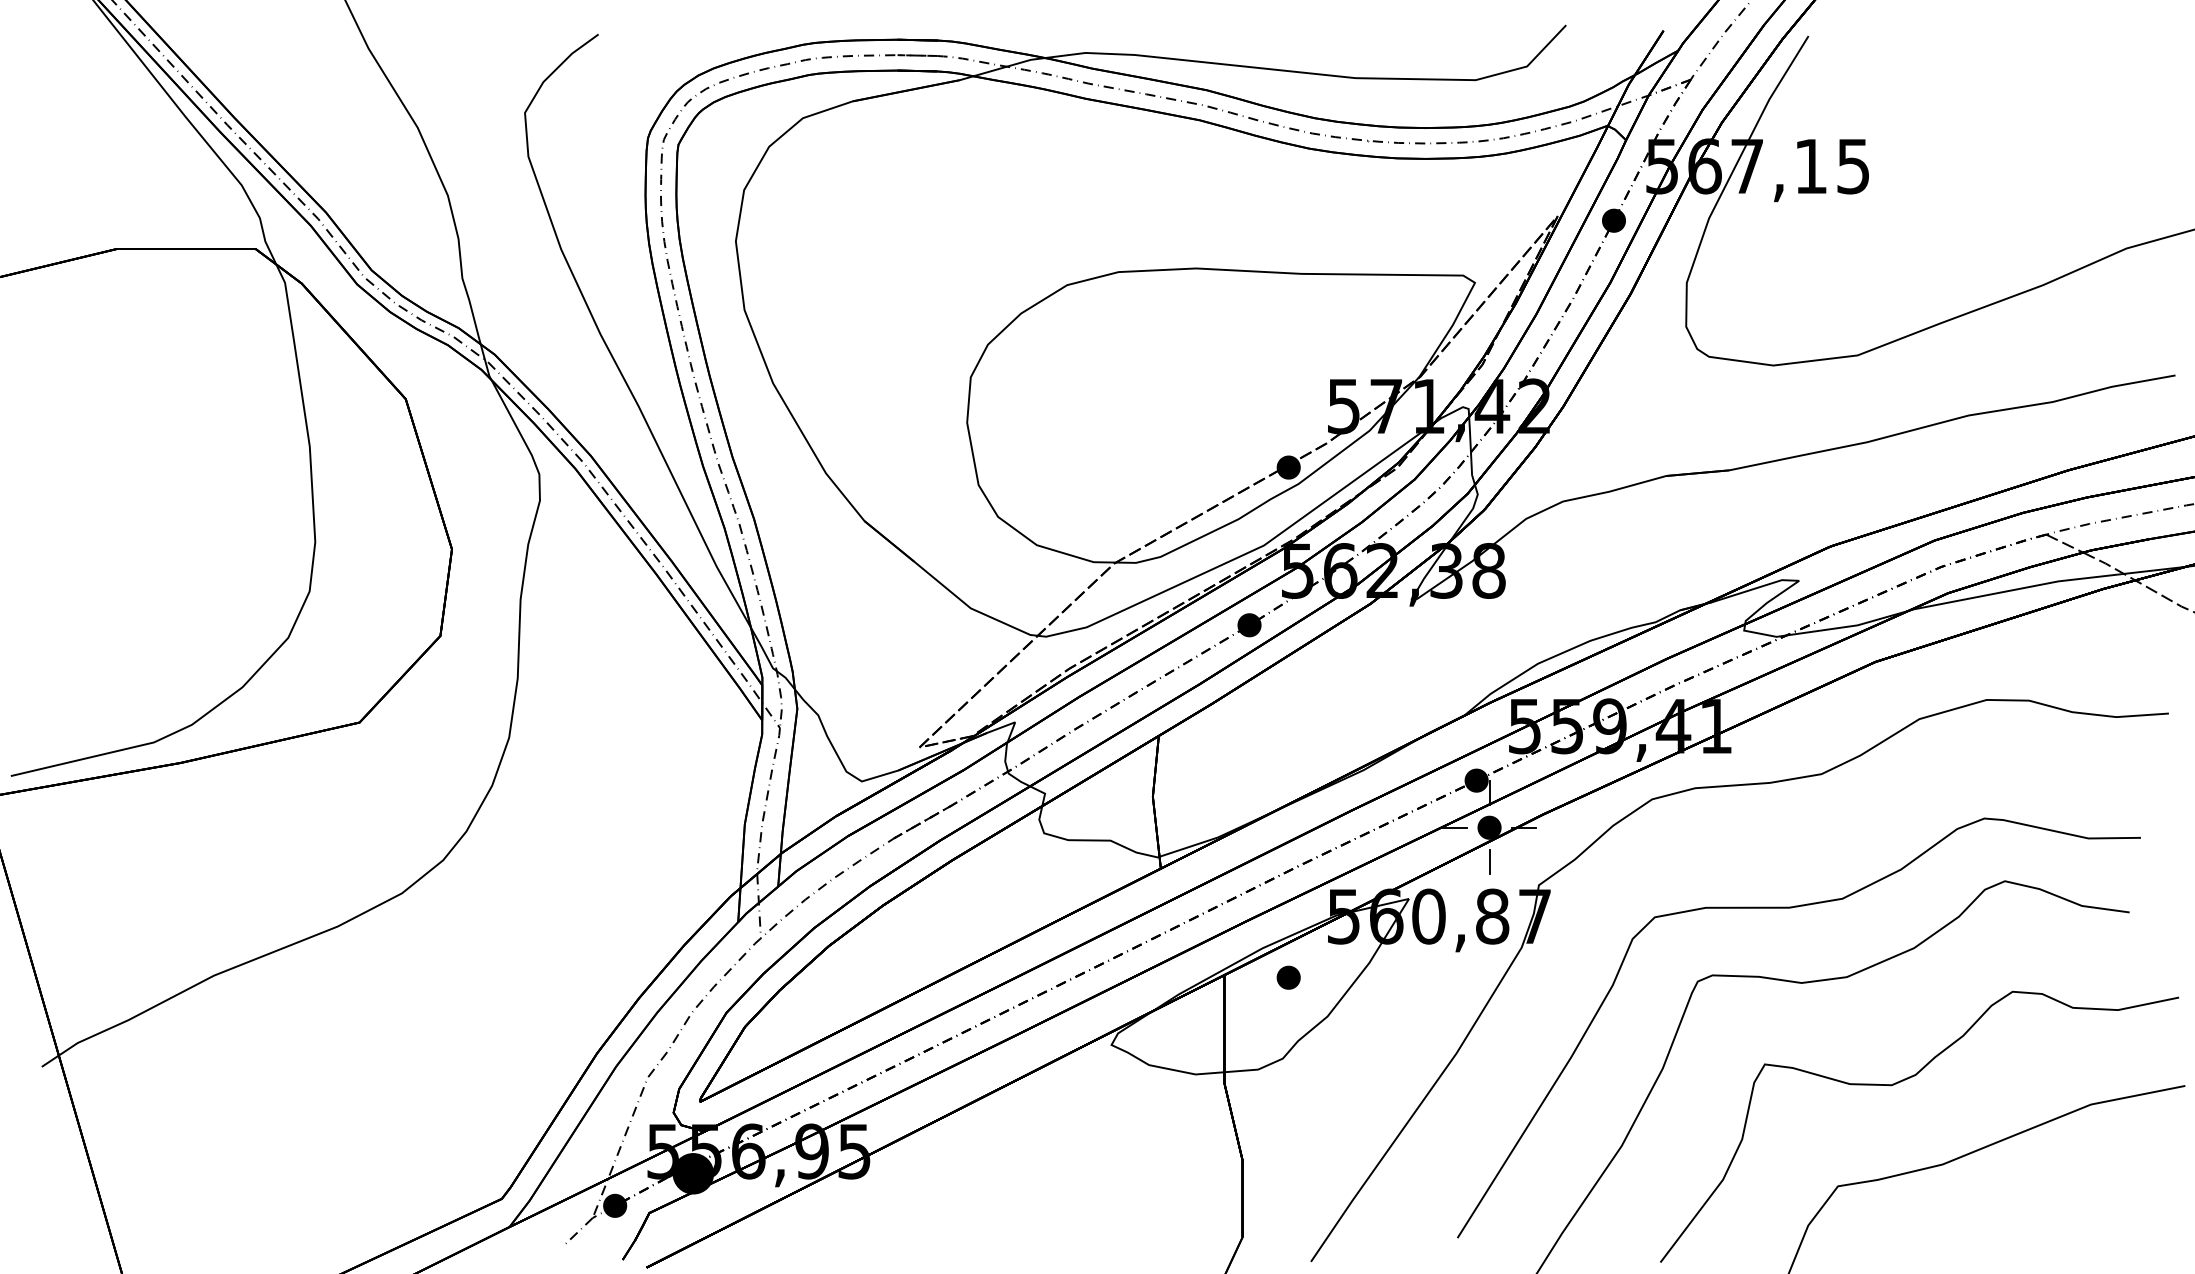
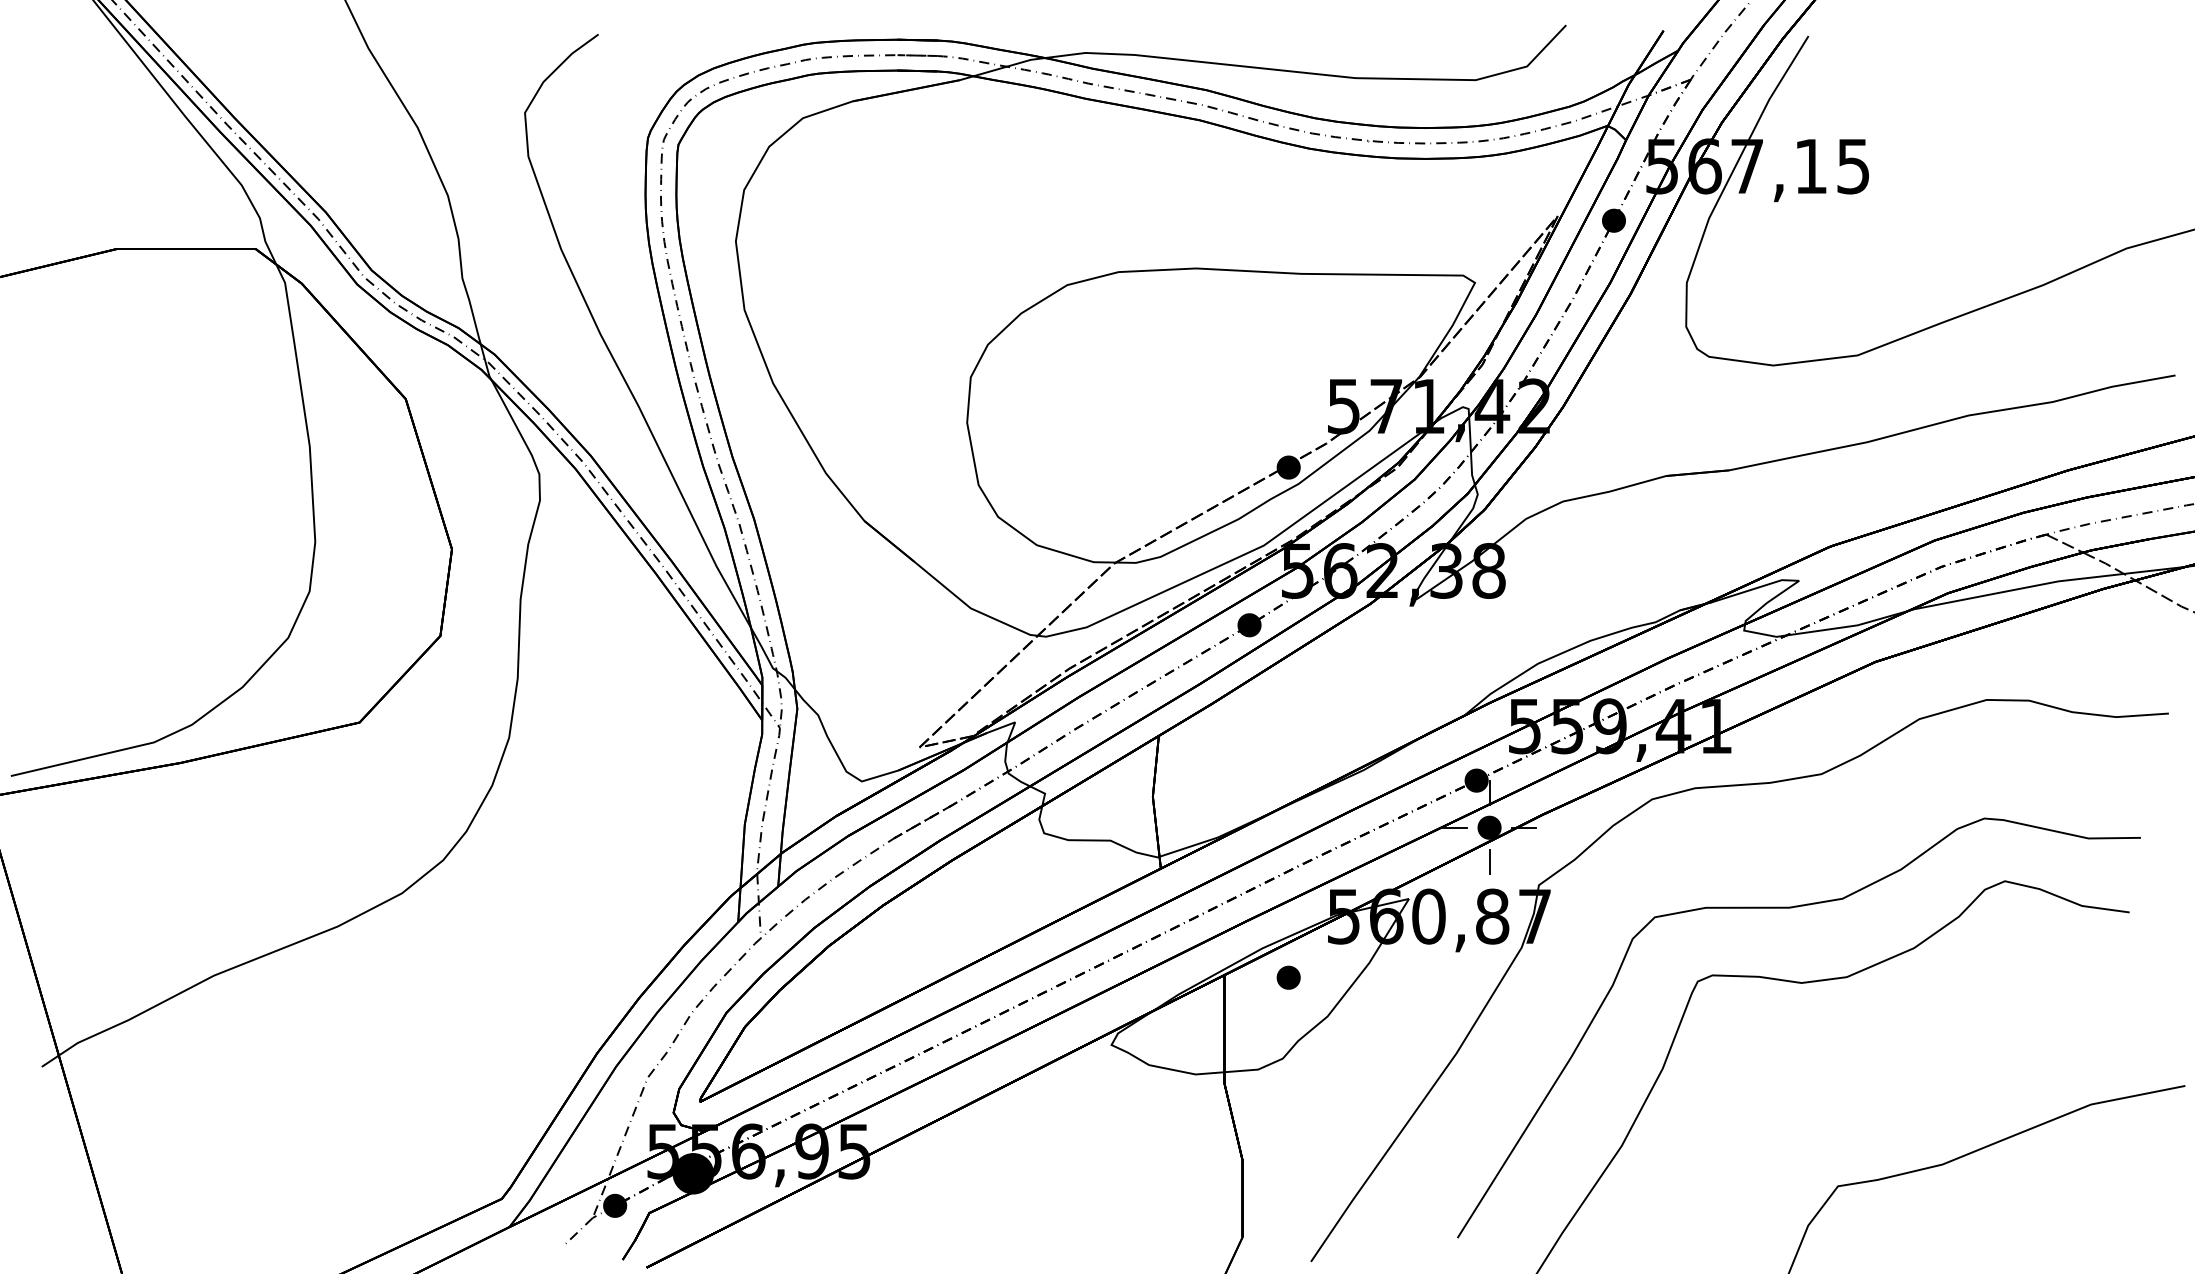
curve at (1903, 1081): present -> none
